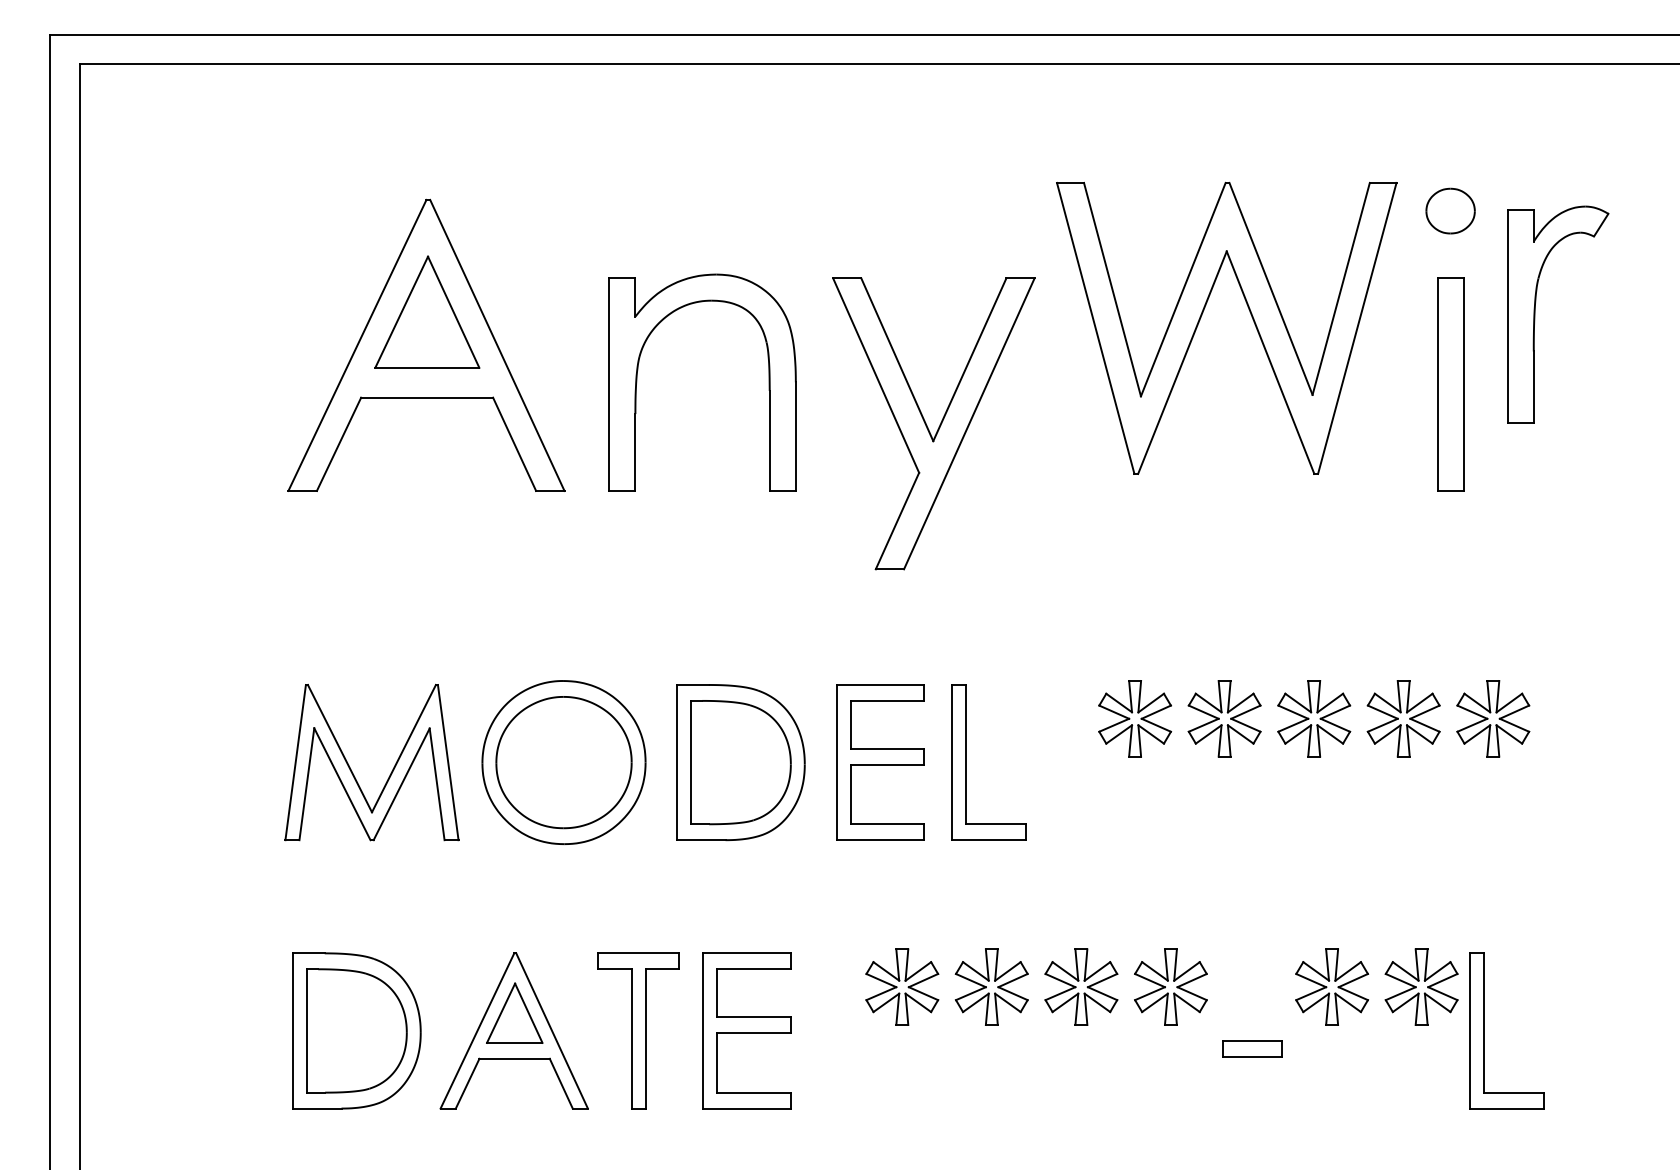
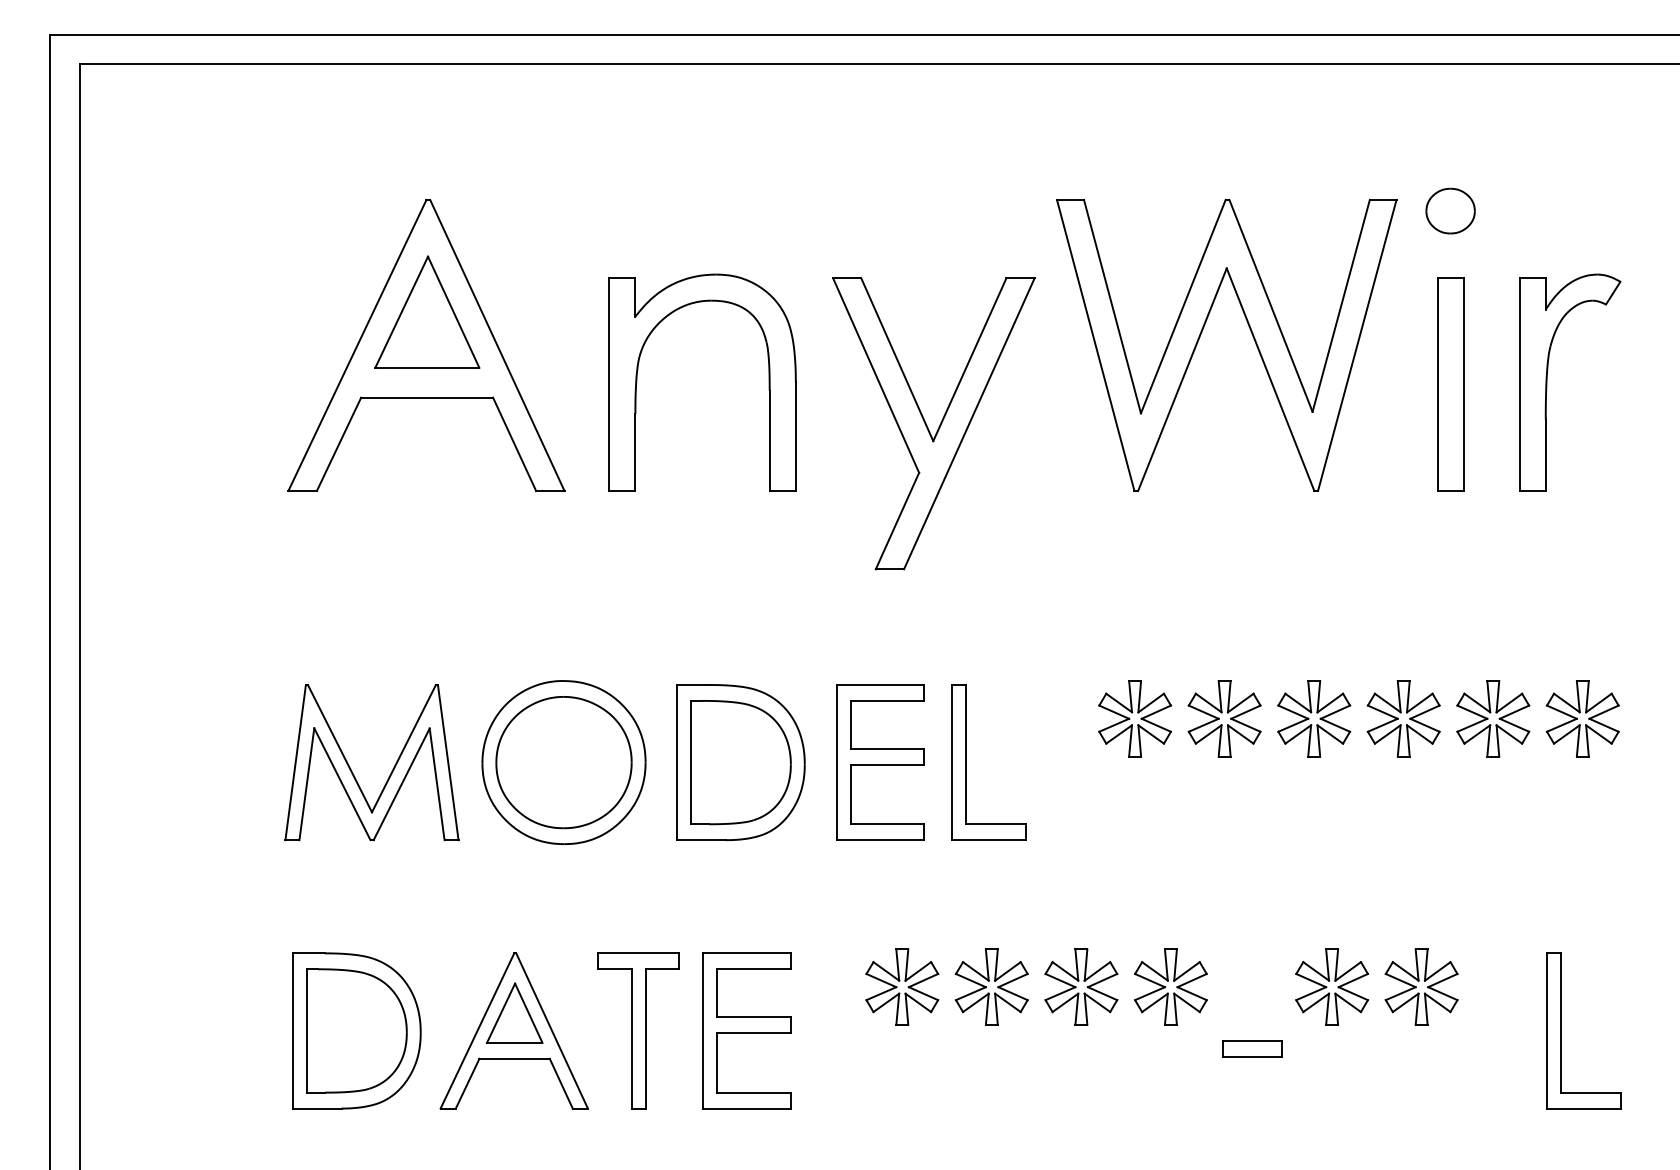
part at (1535, 314) position: (1535, 314) -> (1547, 382)
part at (1202, 315) position: (1202, 315) -> (1202, 332)
part at (1582, 718): none -> present
part at (1484, 1030) position: (1484, 1030) -> (1561, 1030)
